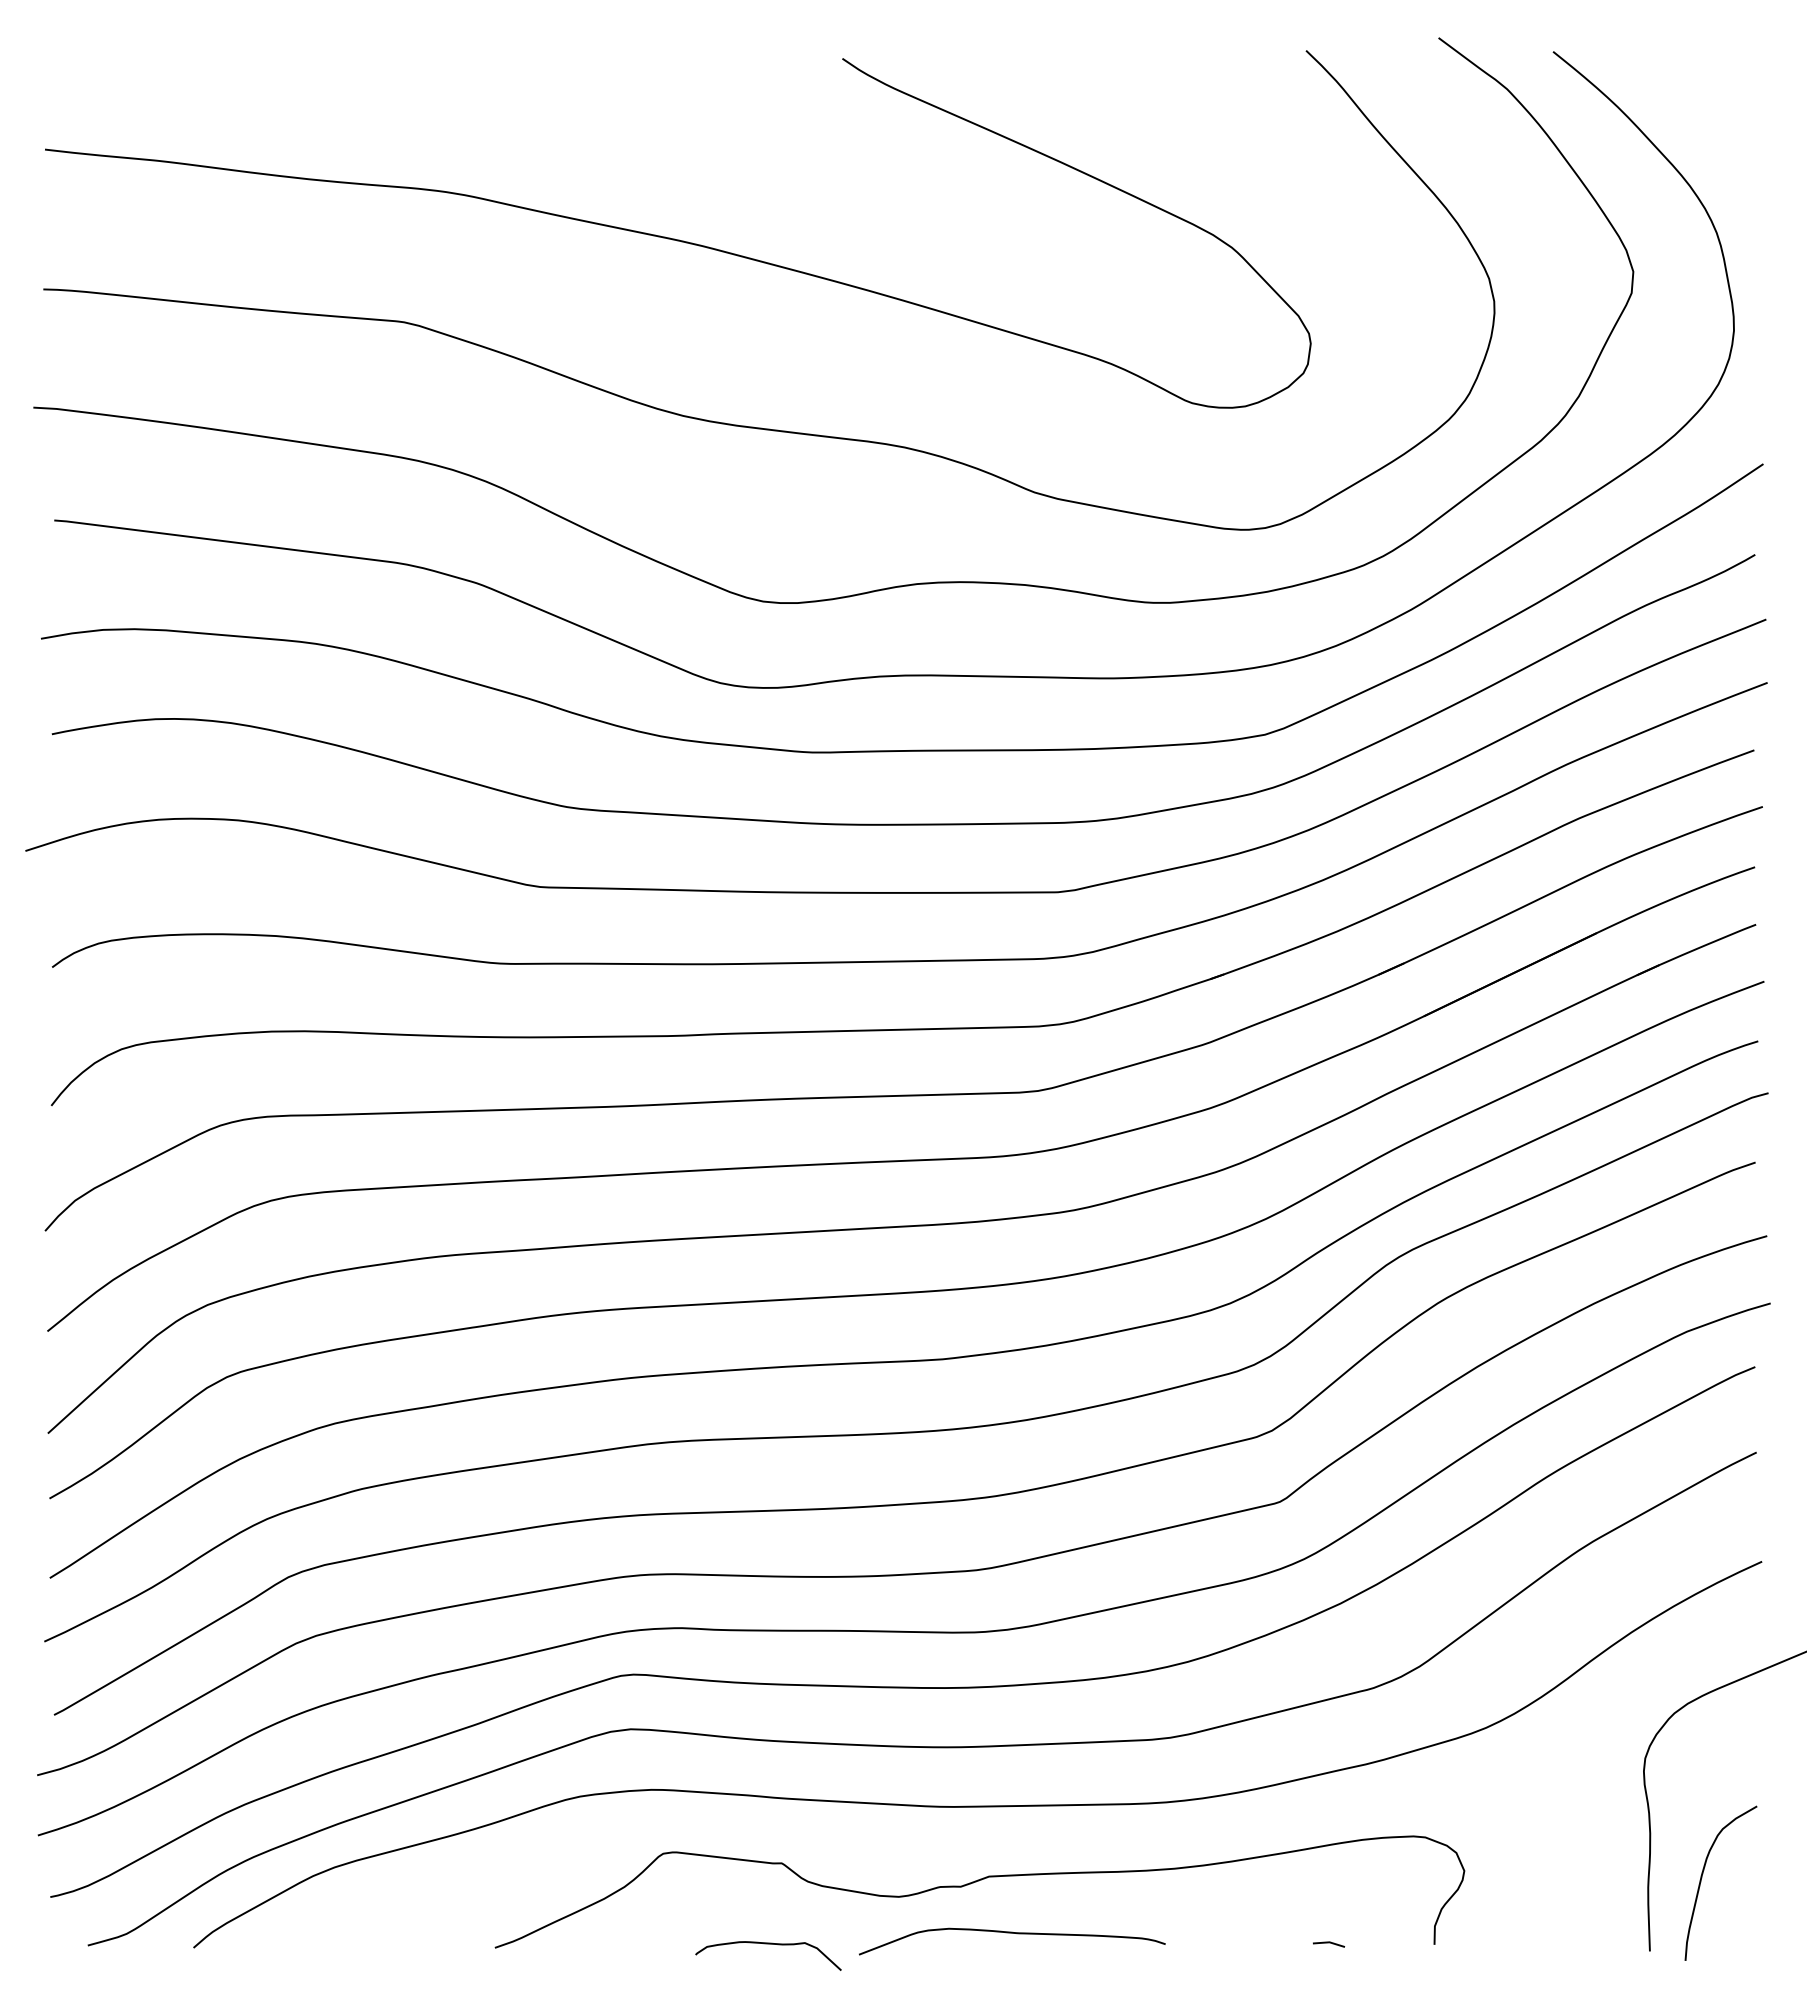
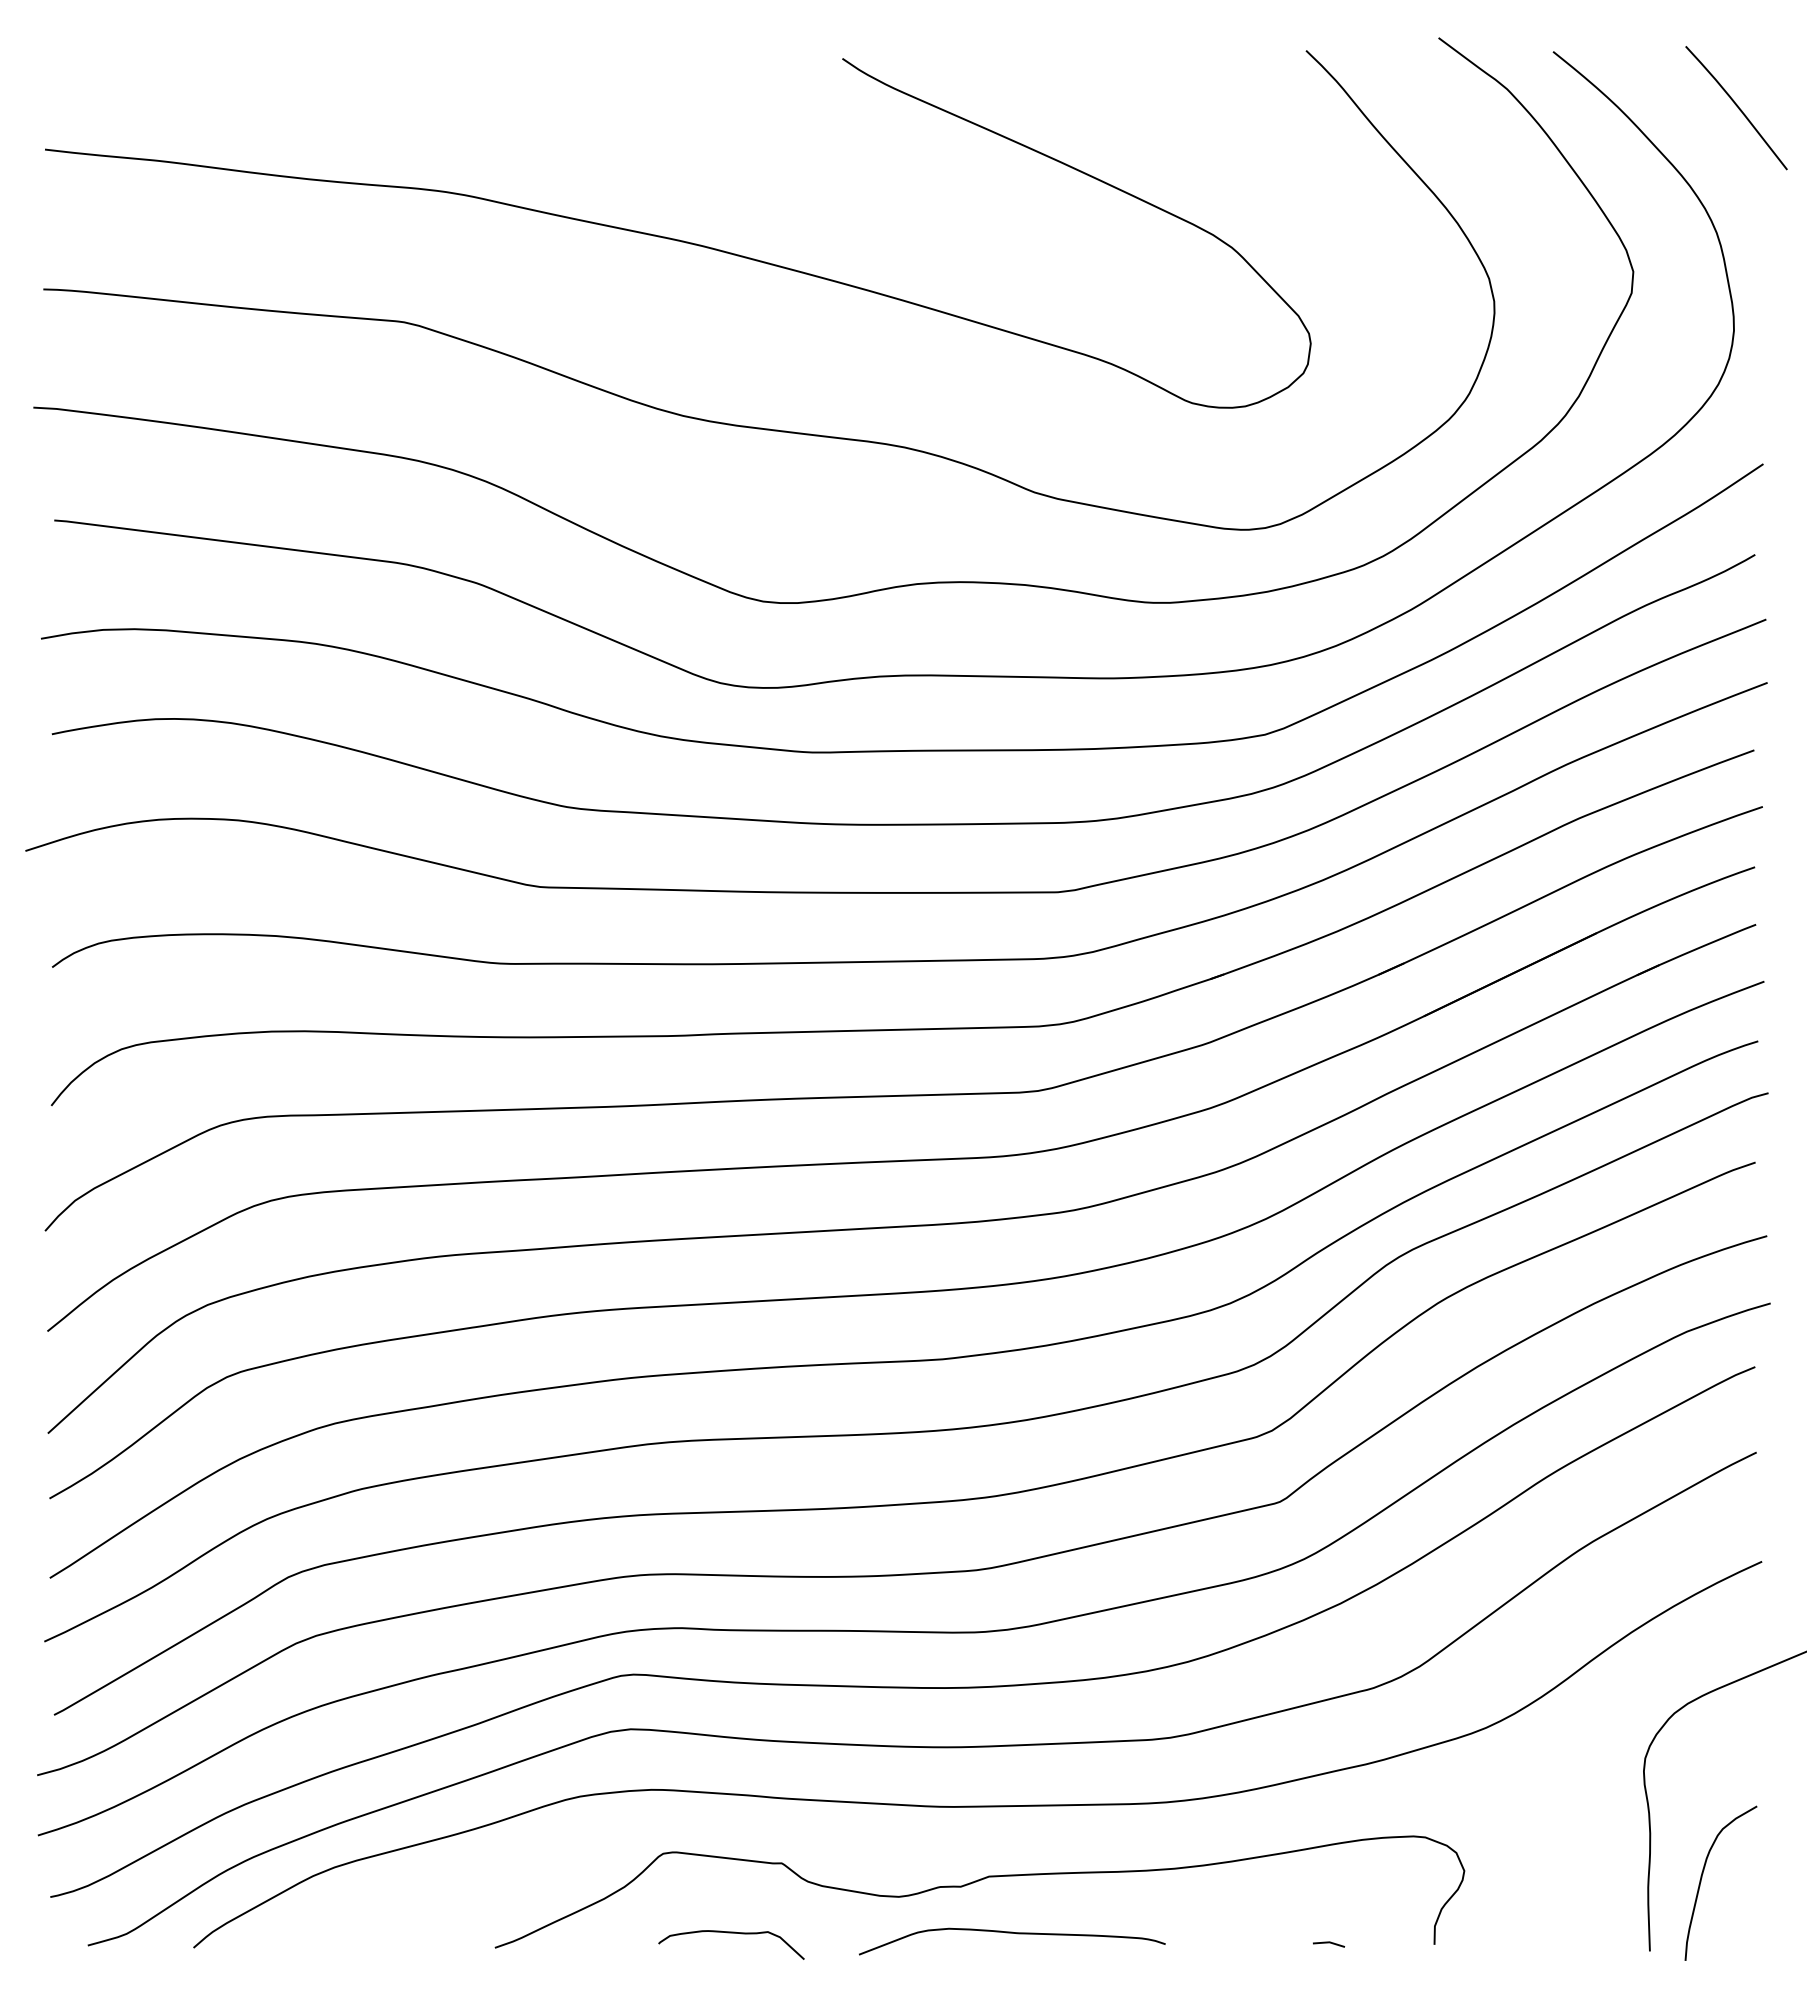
curve at (1737, 107): none -> present
curve at (768, 1944) position: (768, 1944) -> (731, 1933)
